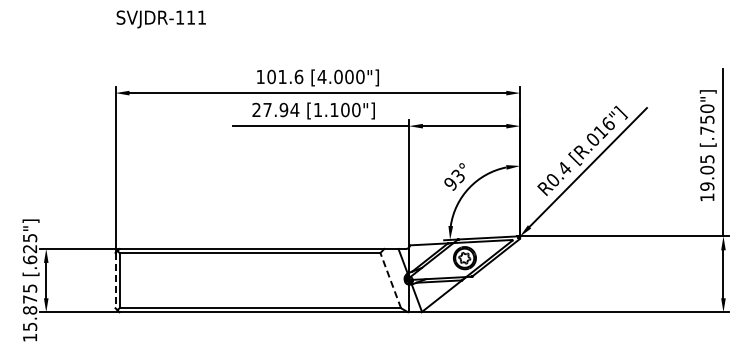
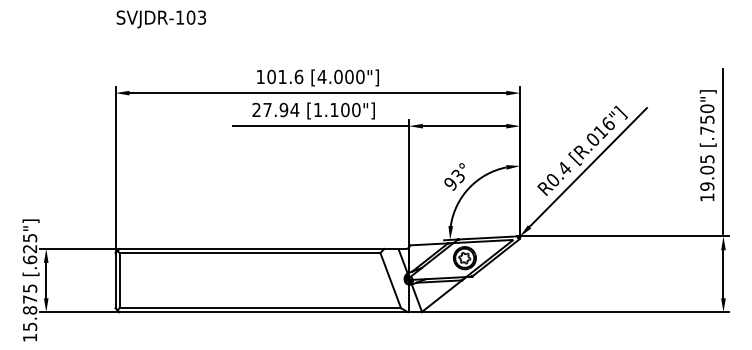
text at (196, 17): SVJDR-111 -> SVJDR-103
line at (115, 280): dashed -> solid
line at (390, 280): dashed -> solid
